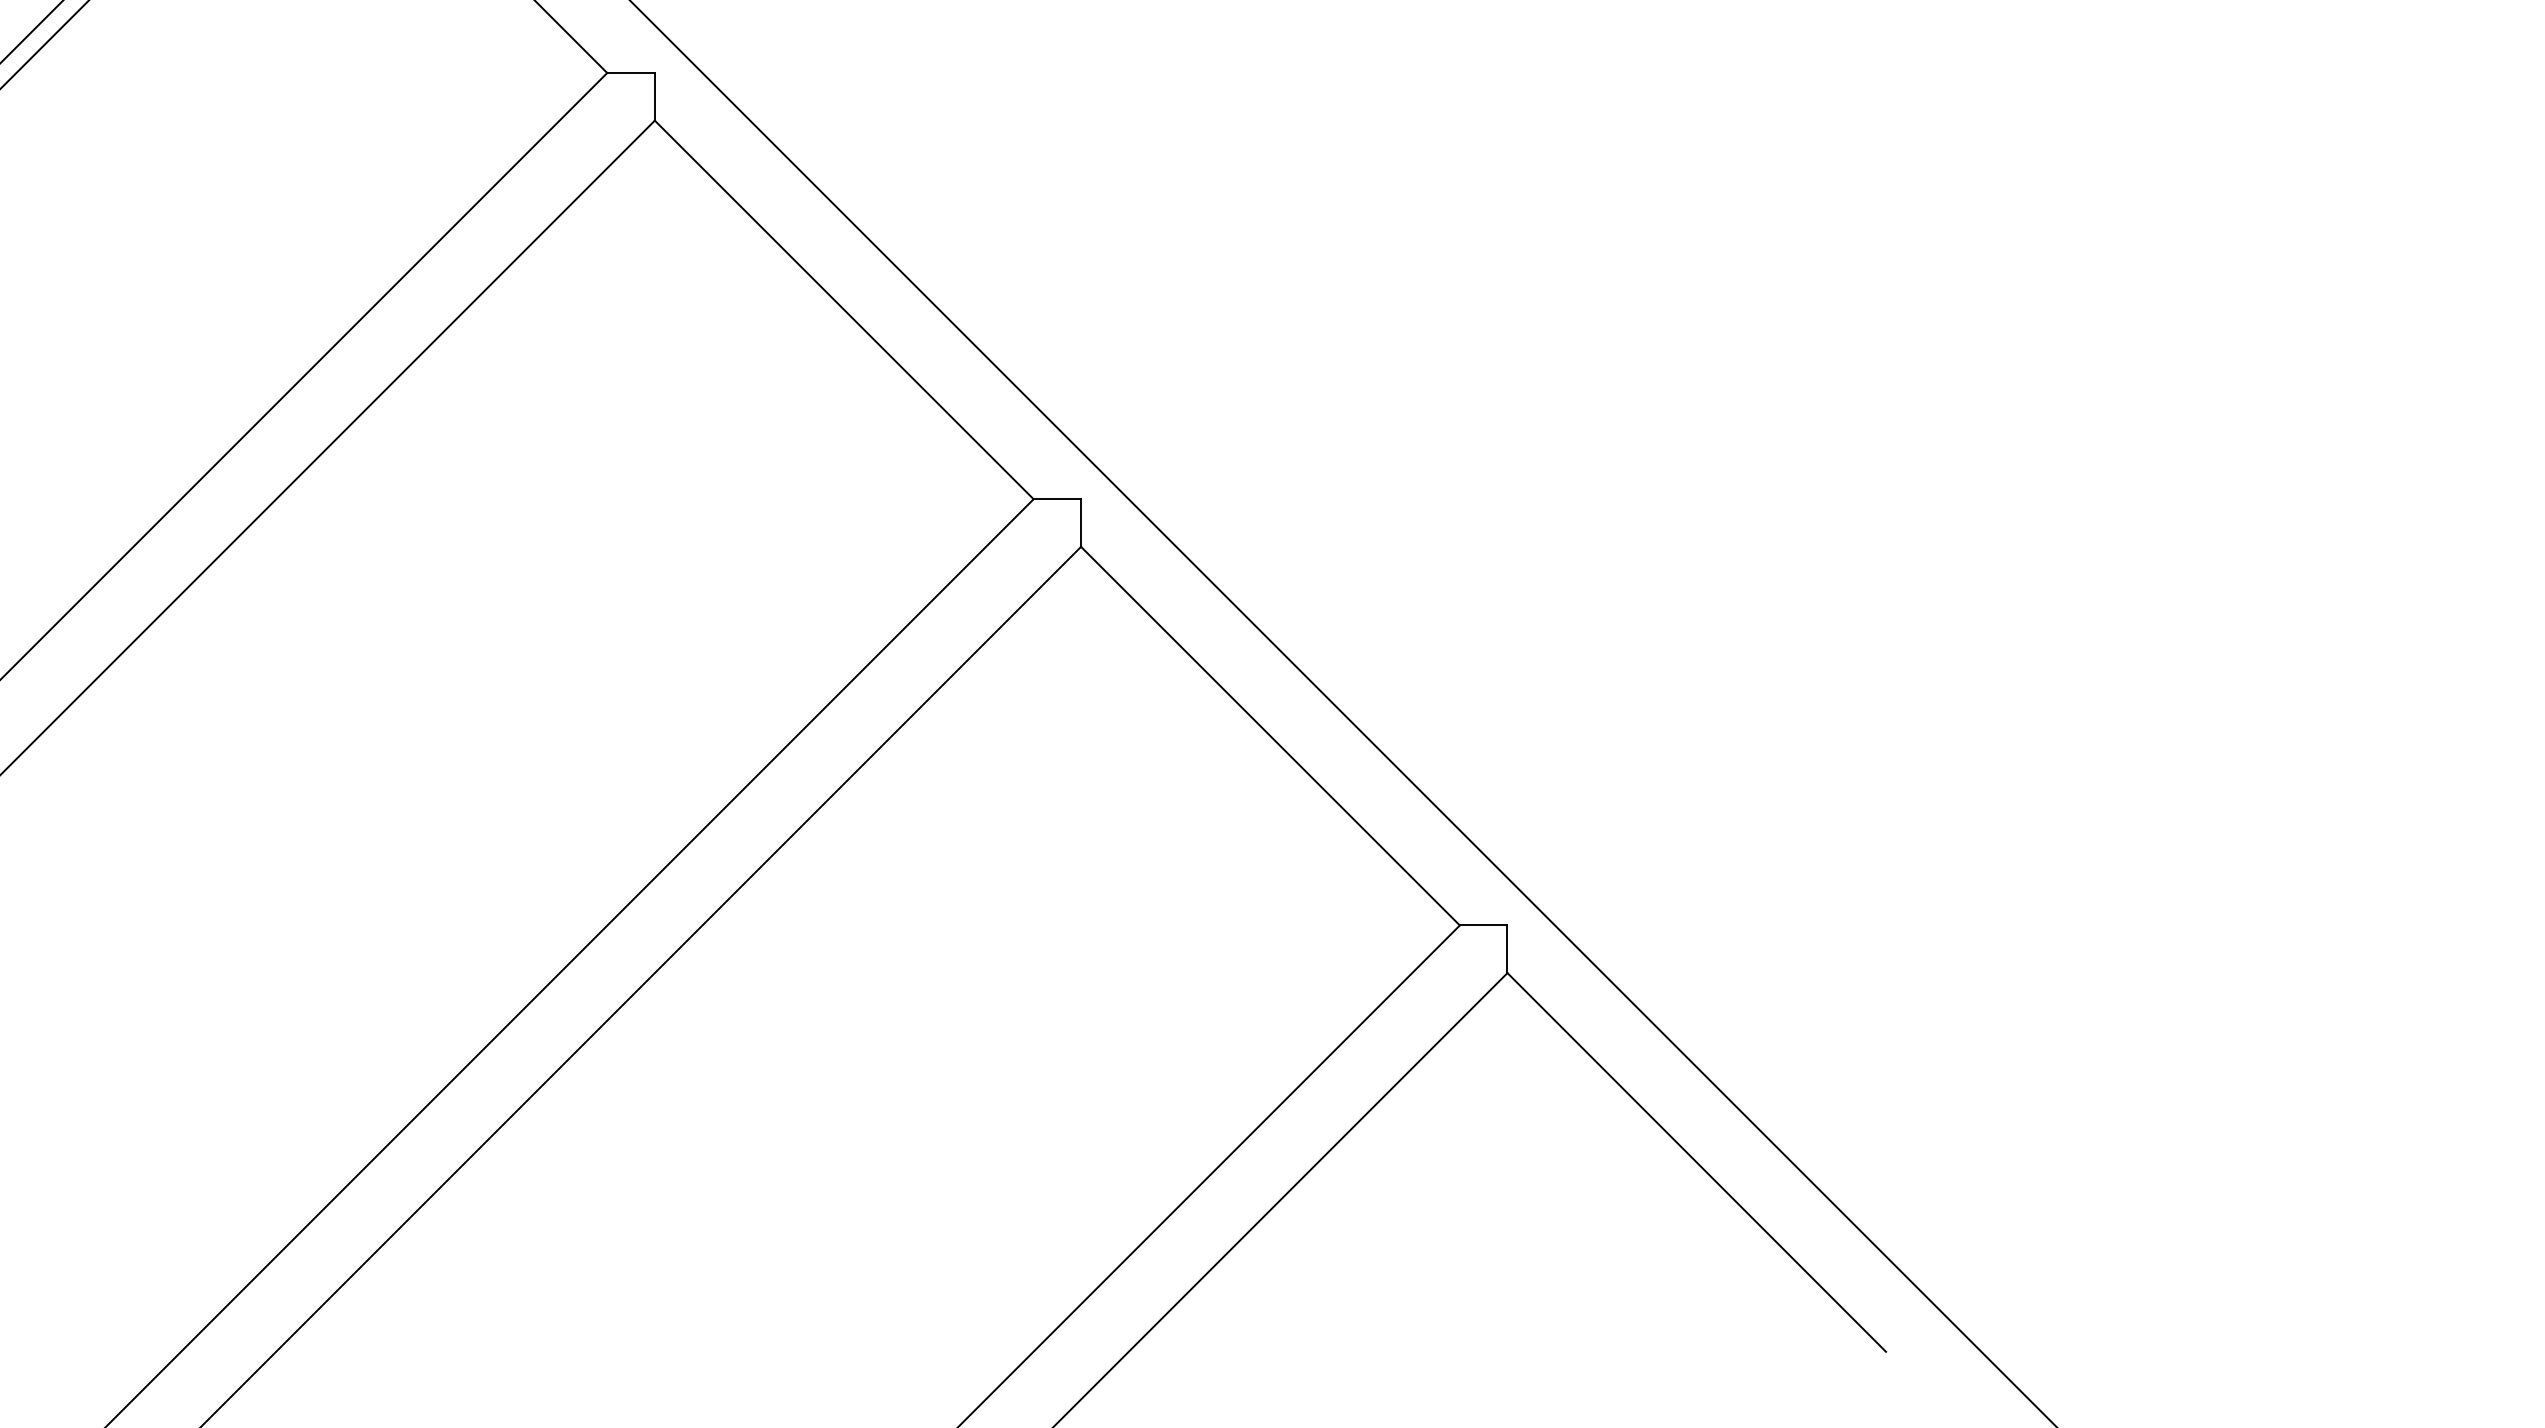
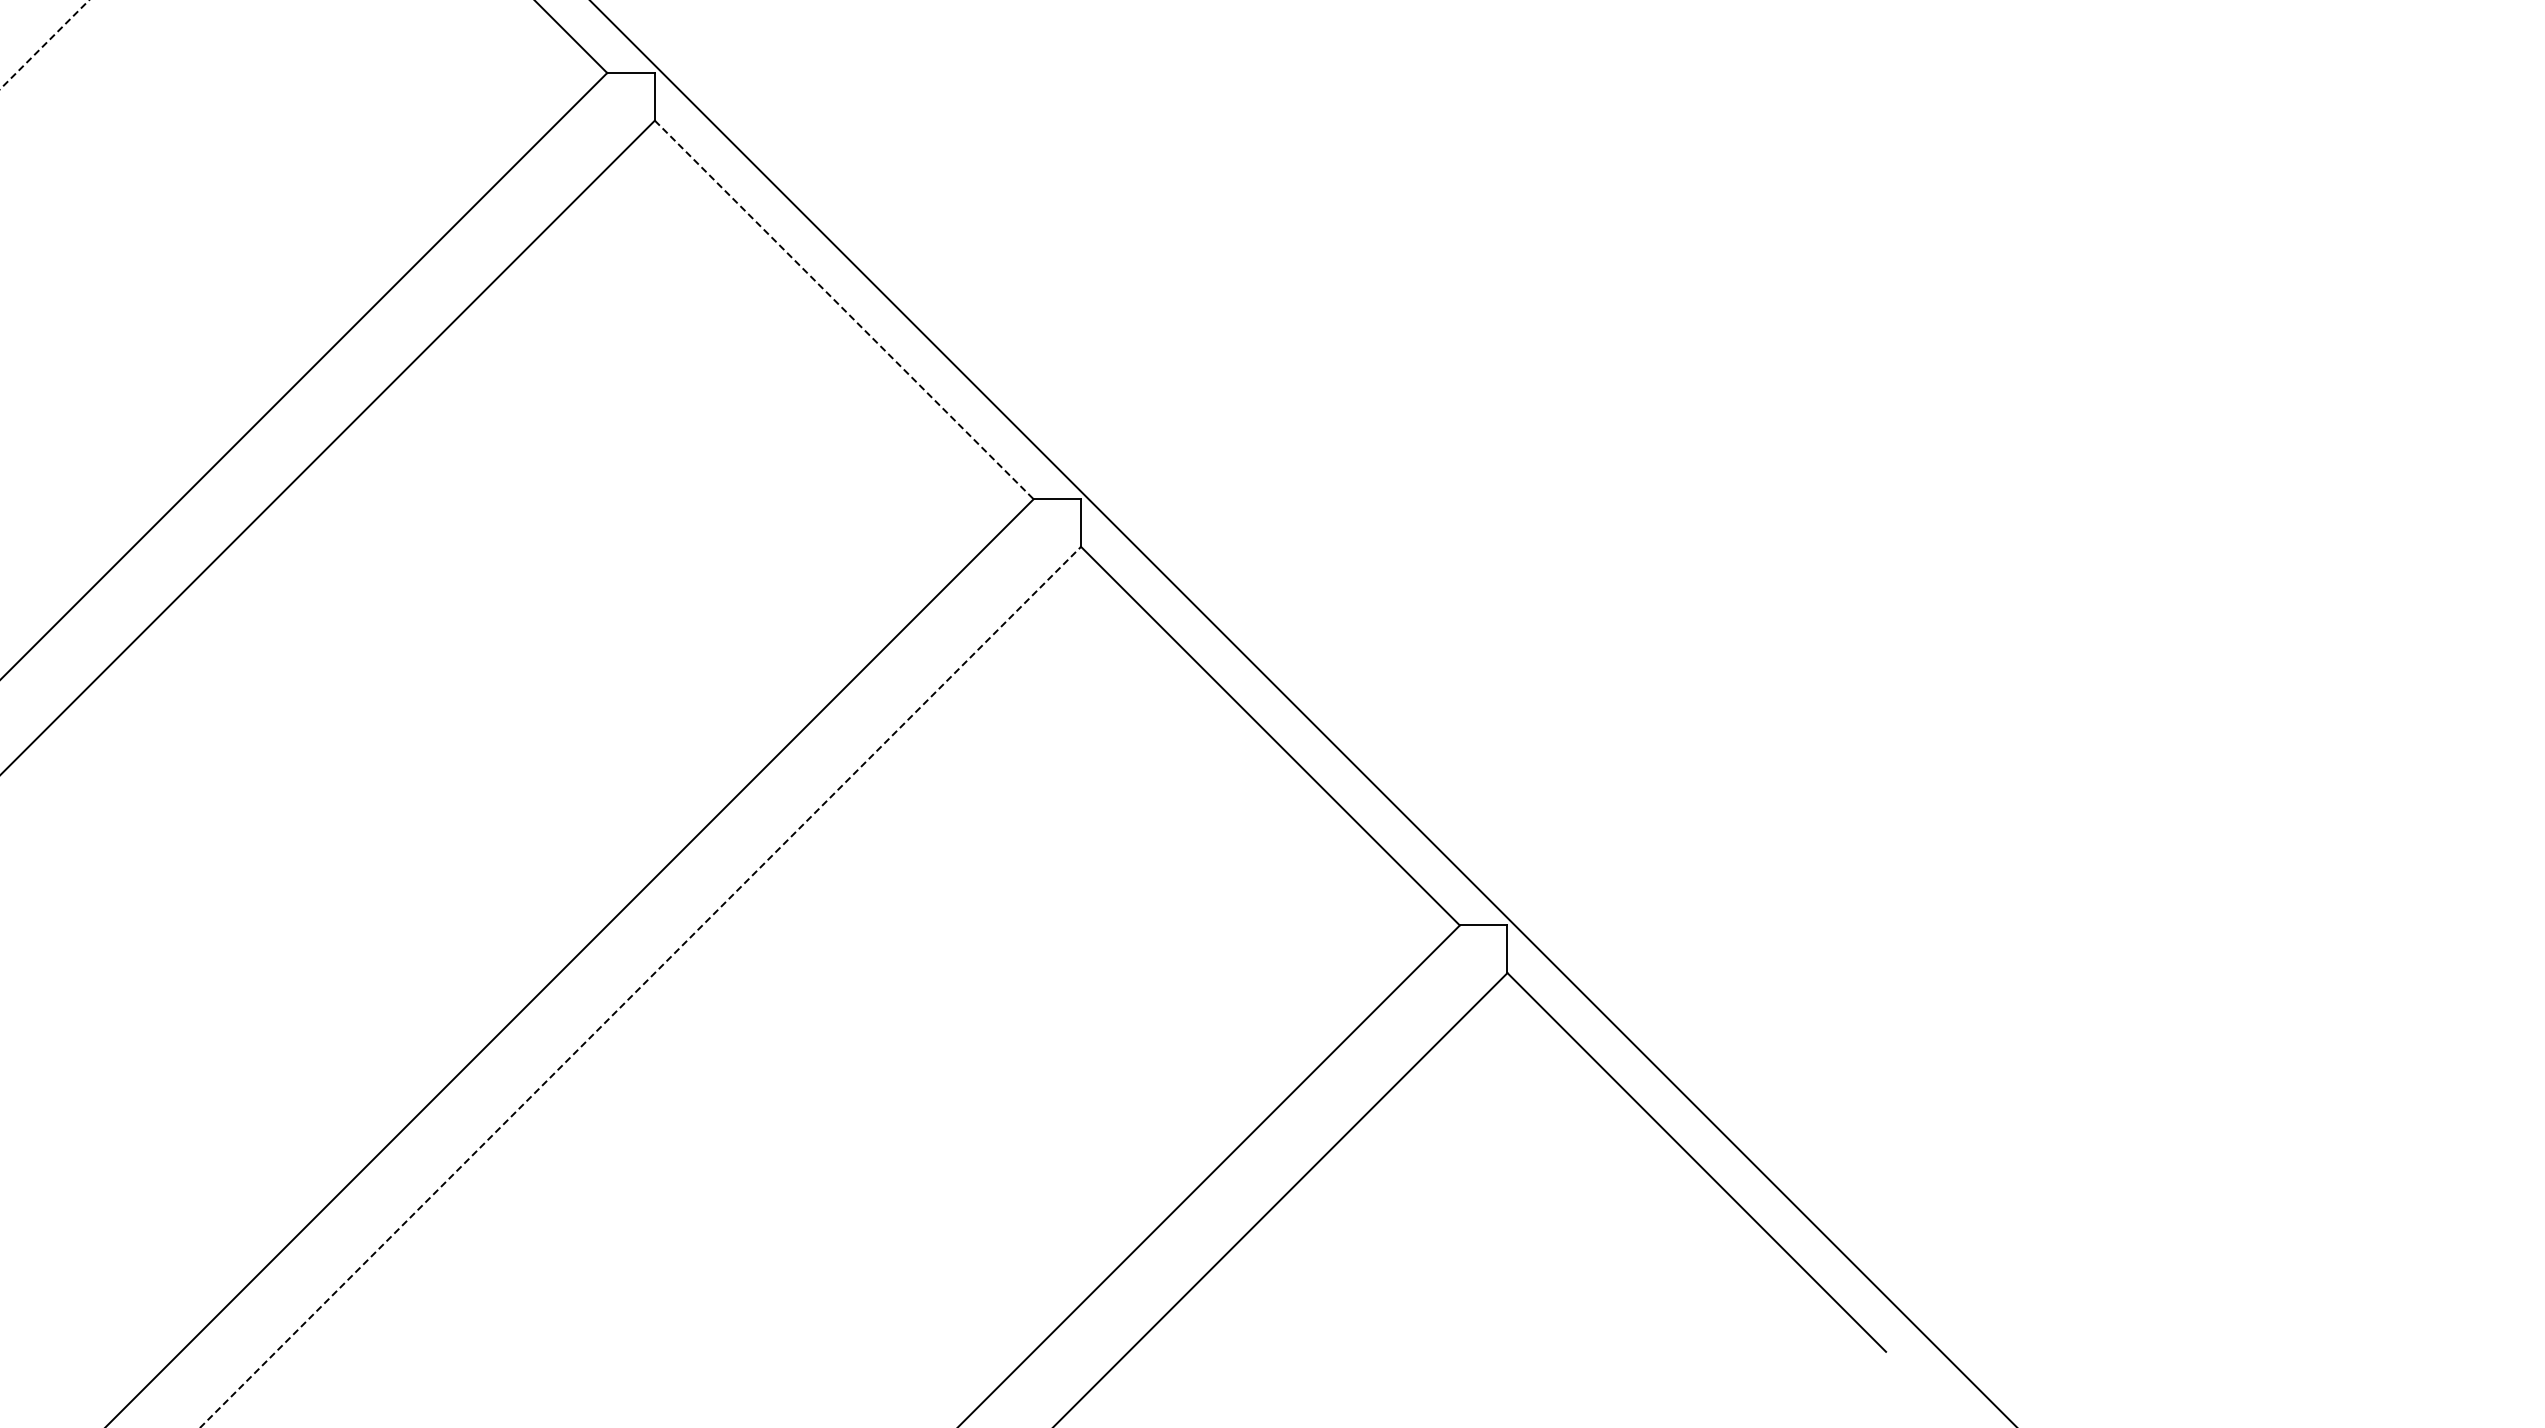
line at (31, 31): present -> none
line at (44, 44): solid -> dashed
line at (844, 309): solid -> dashed
line at (1343, 713) position: (1343, 713) -> (1302, 713)
line at (640, 987): solid -> dashed
